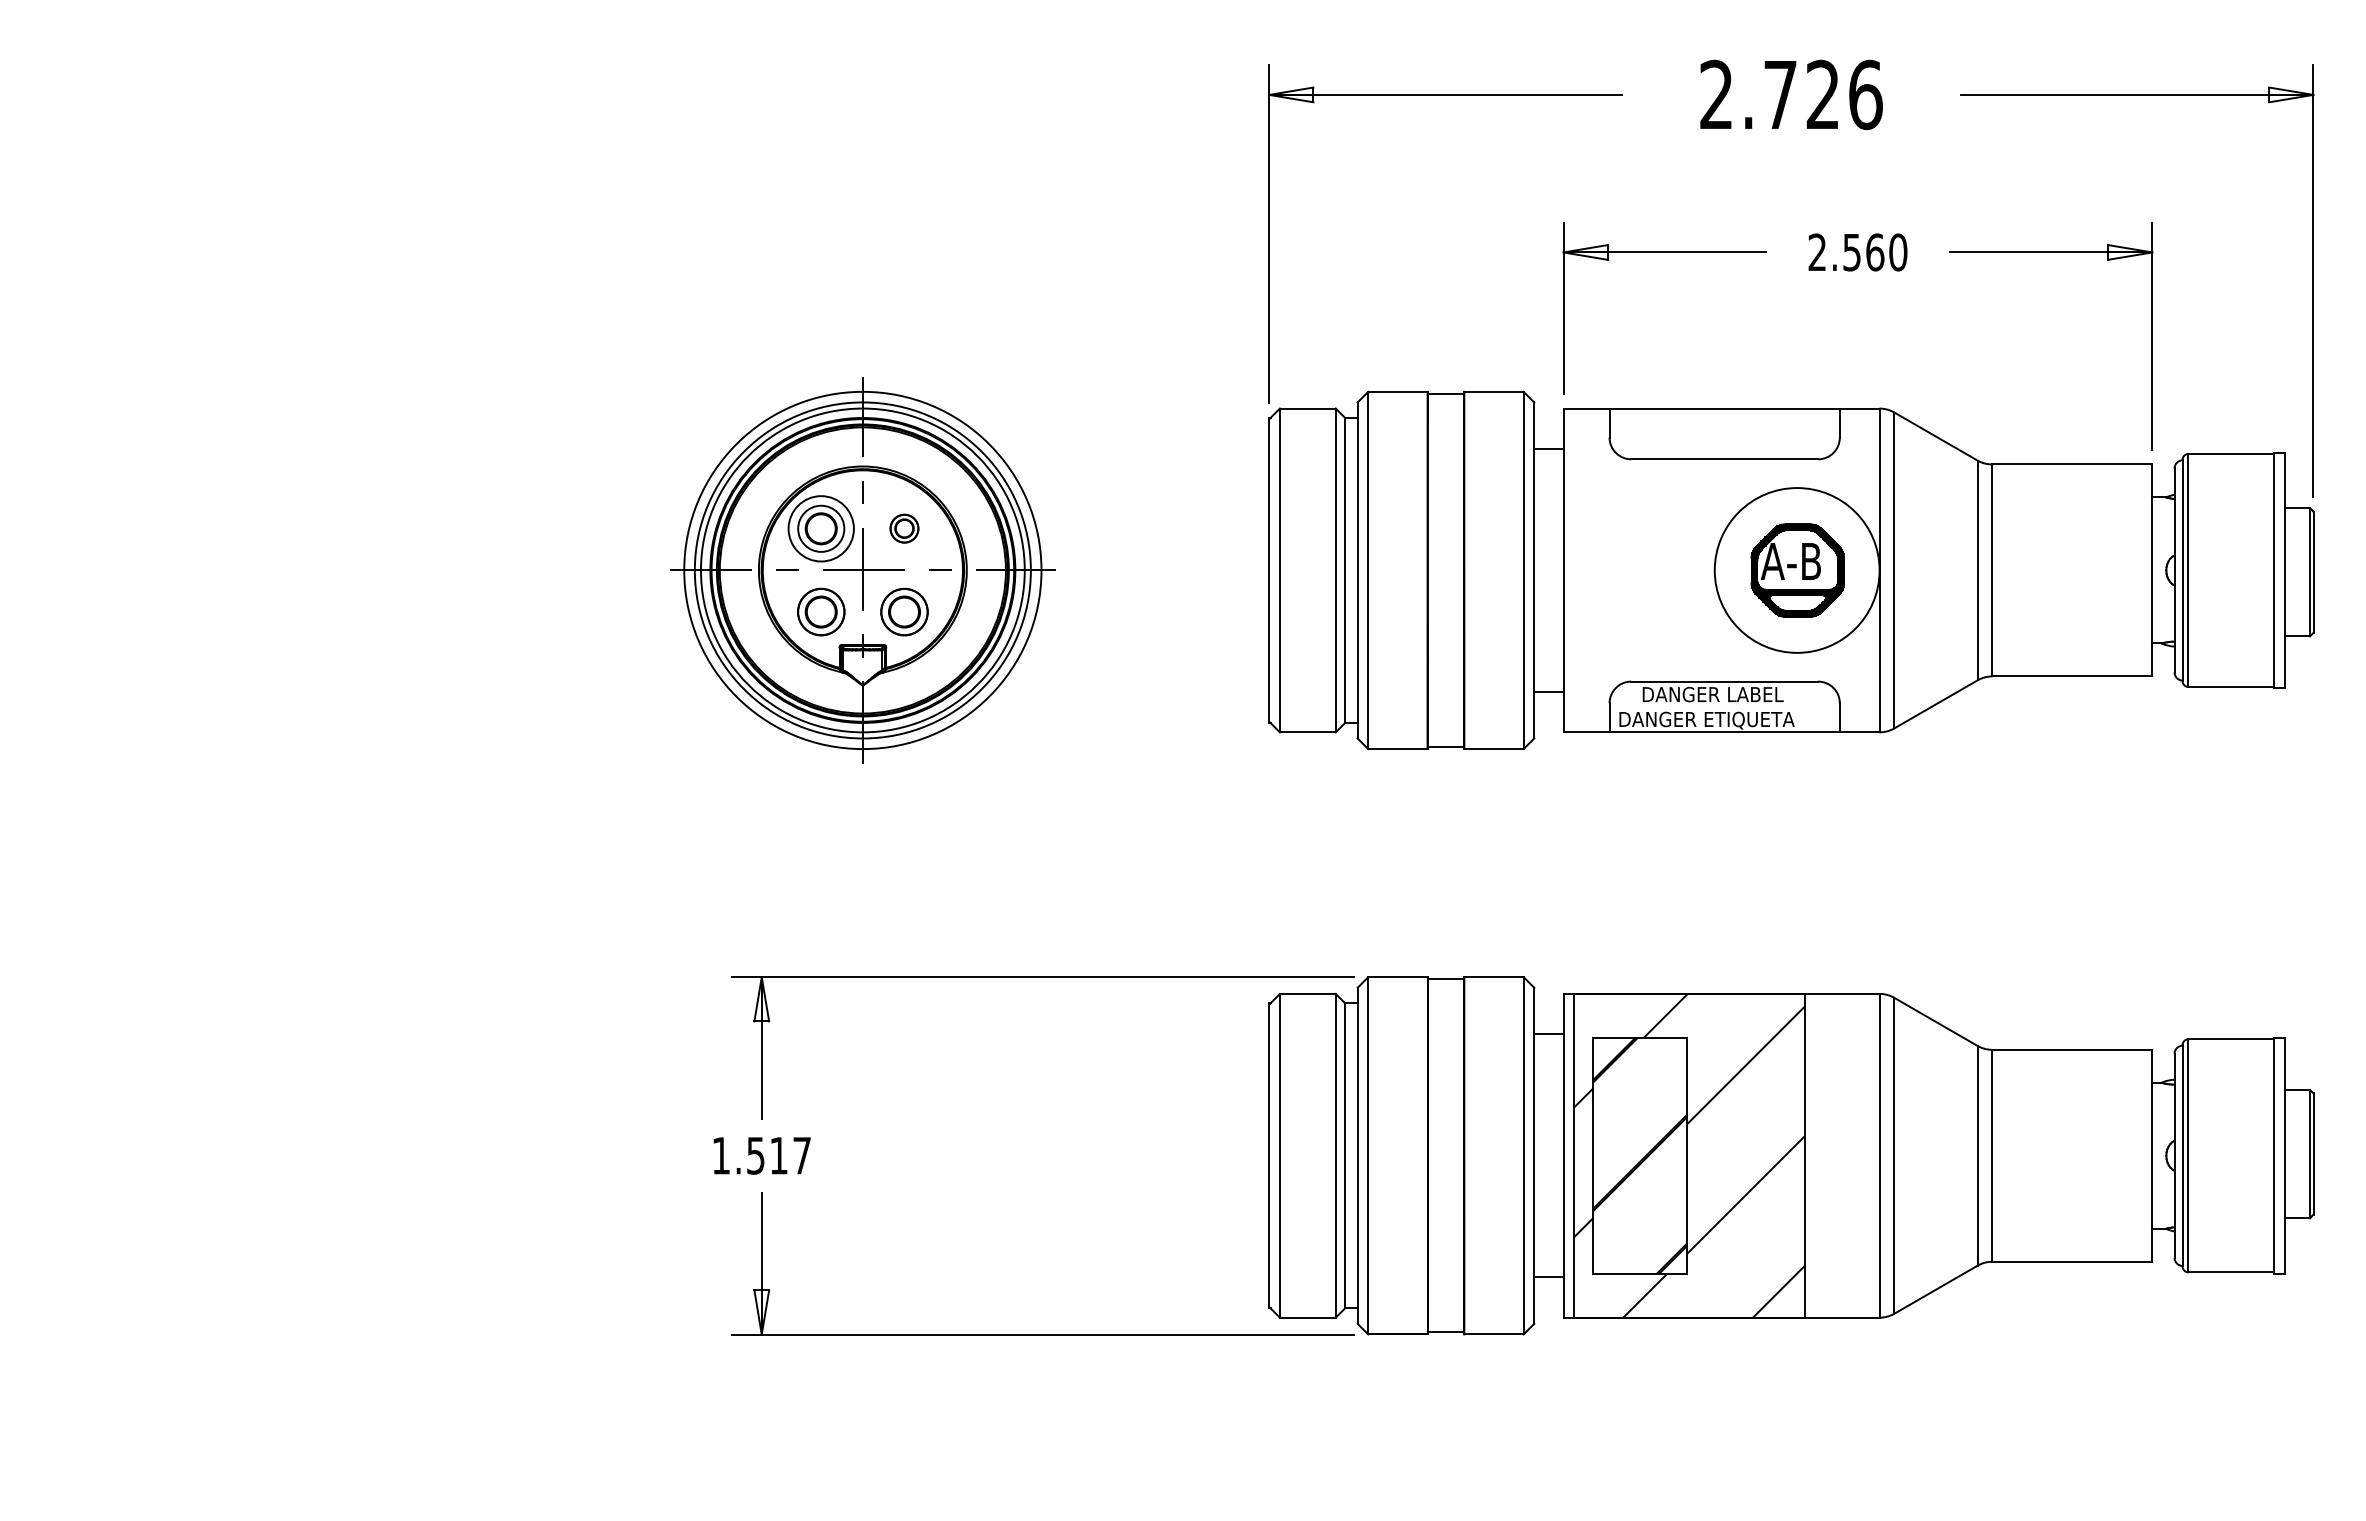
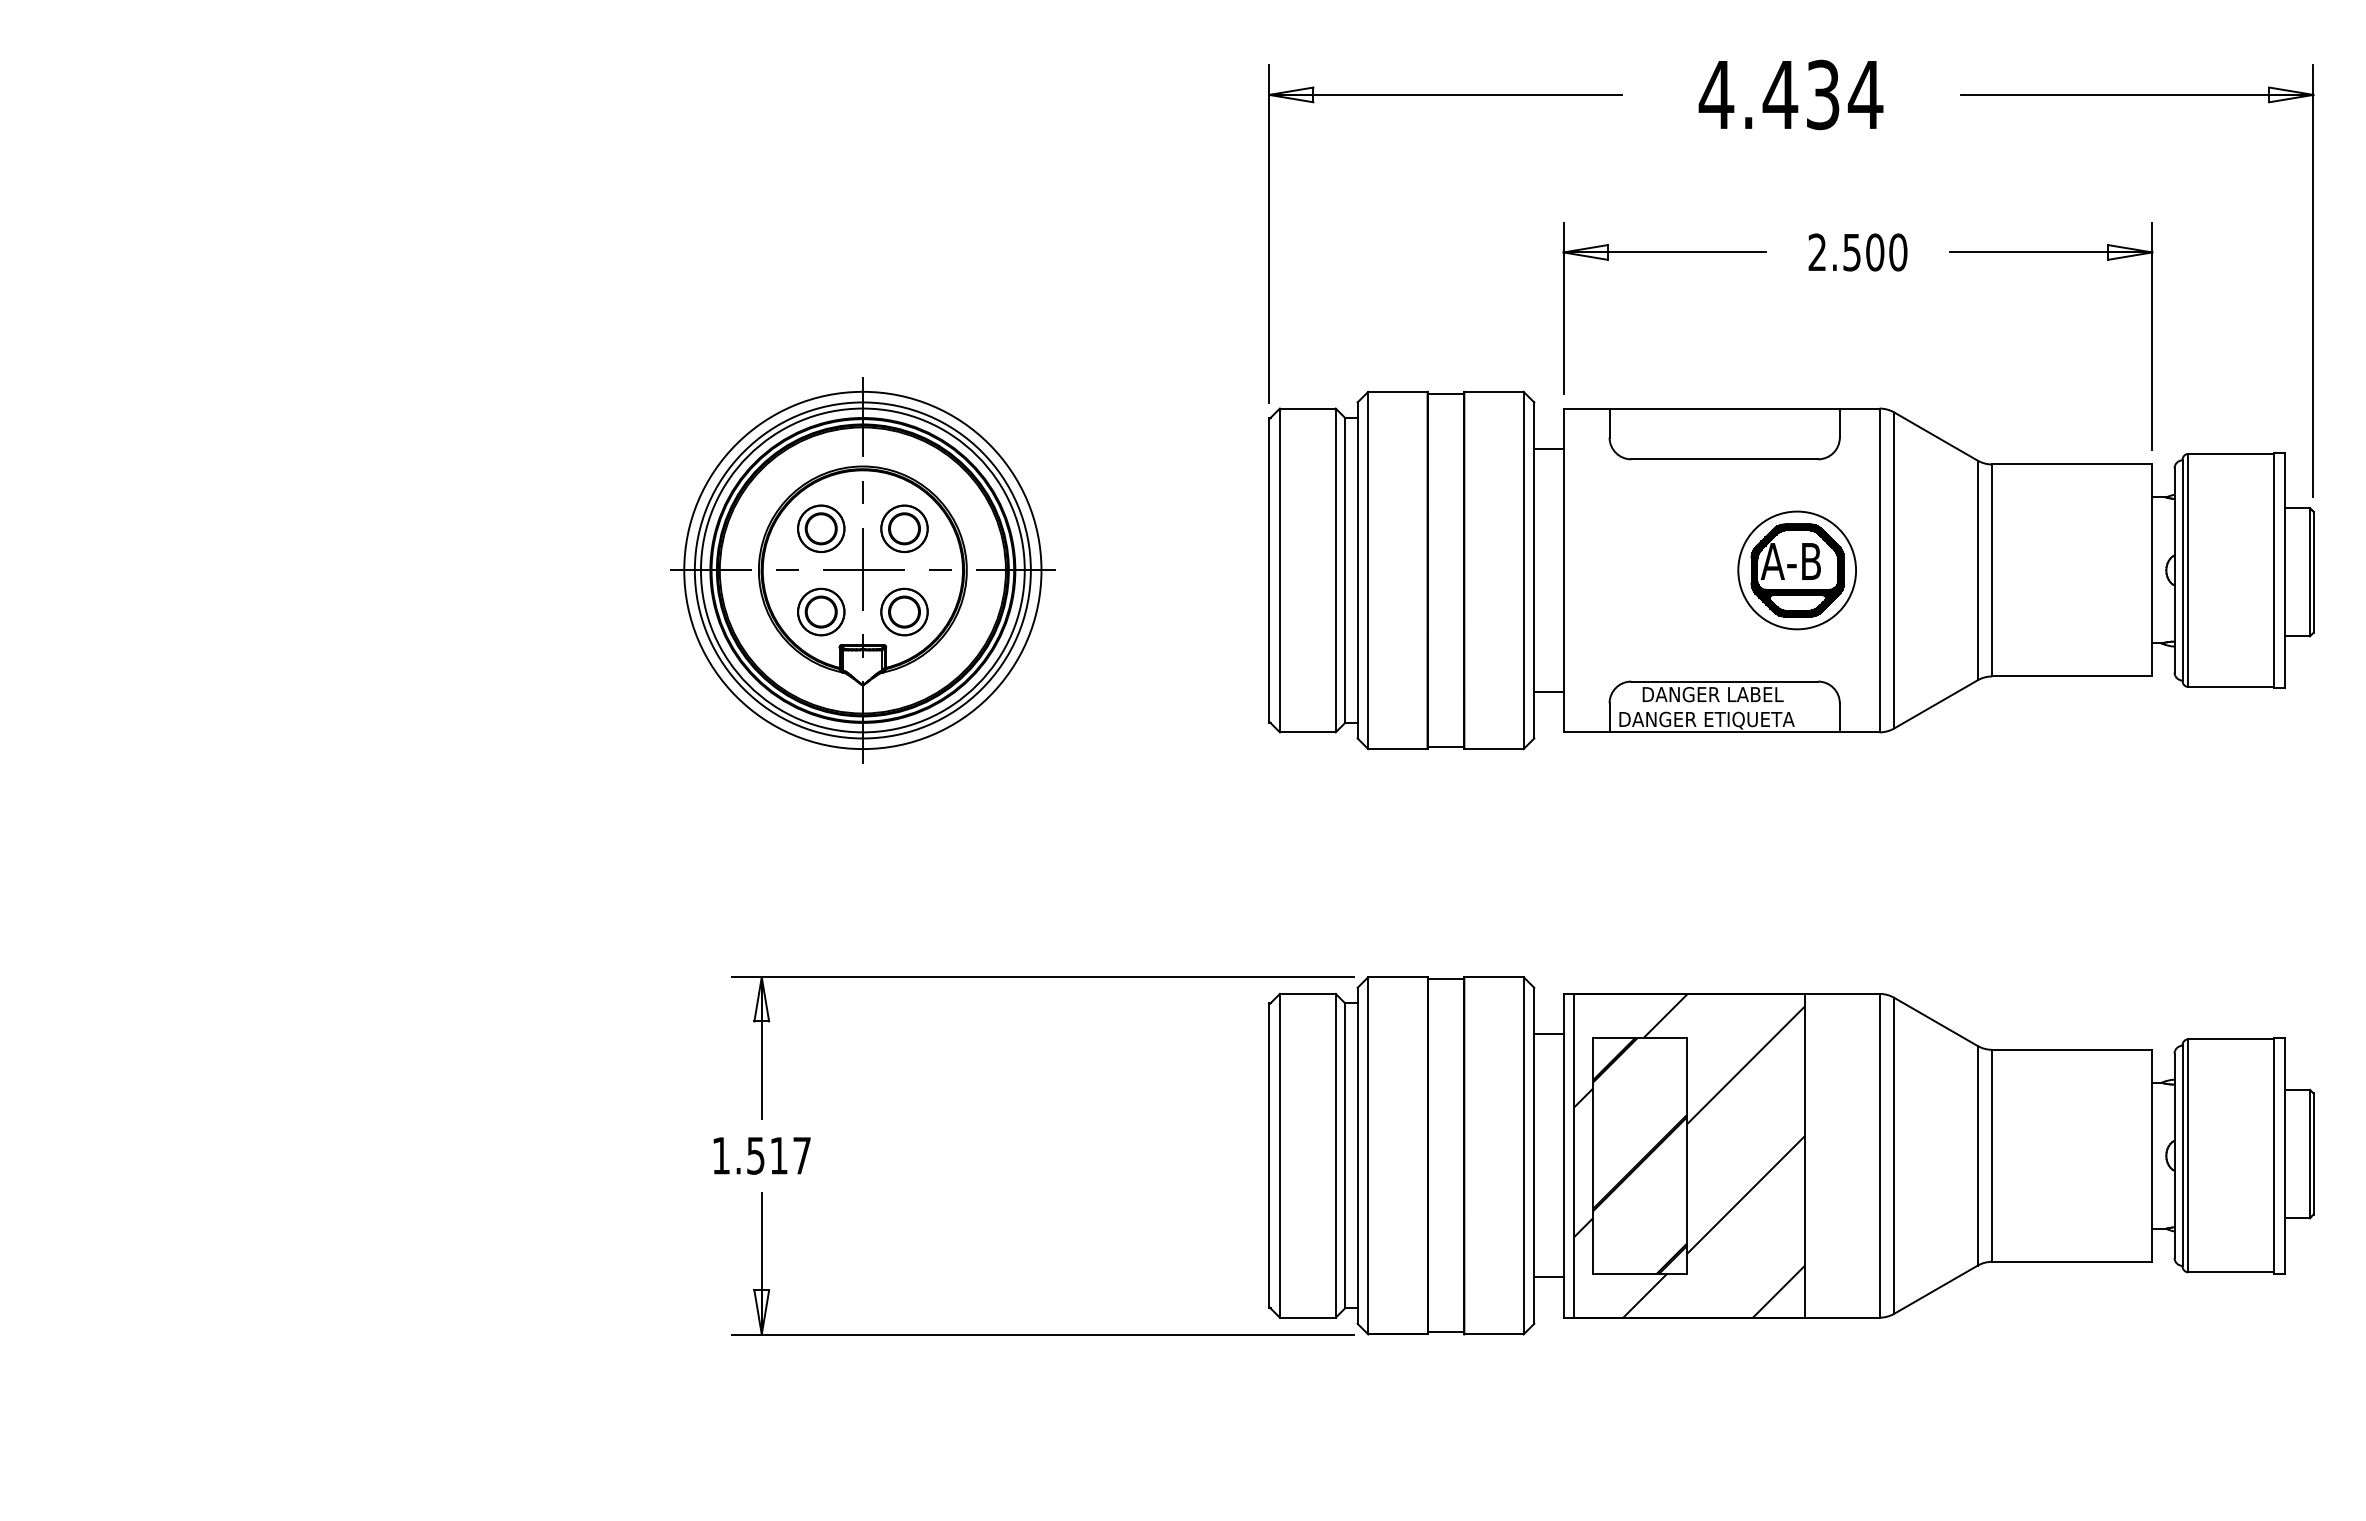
text at (1790, 94): 2.726 -> 4.434
text at (1875, 252): 2.560 -> 2.500
circle at (820, 528) diameter: 65 px -> 47 px
part at (904, 528) size: 31x31 px -> 49x49 px
circle at (1796, 570) diameter: 165 px -> 118 px
